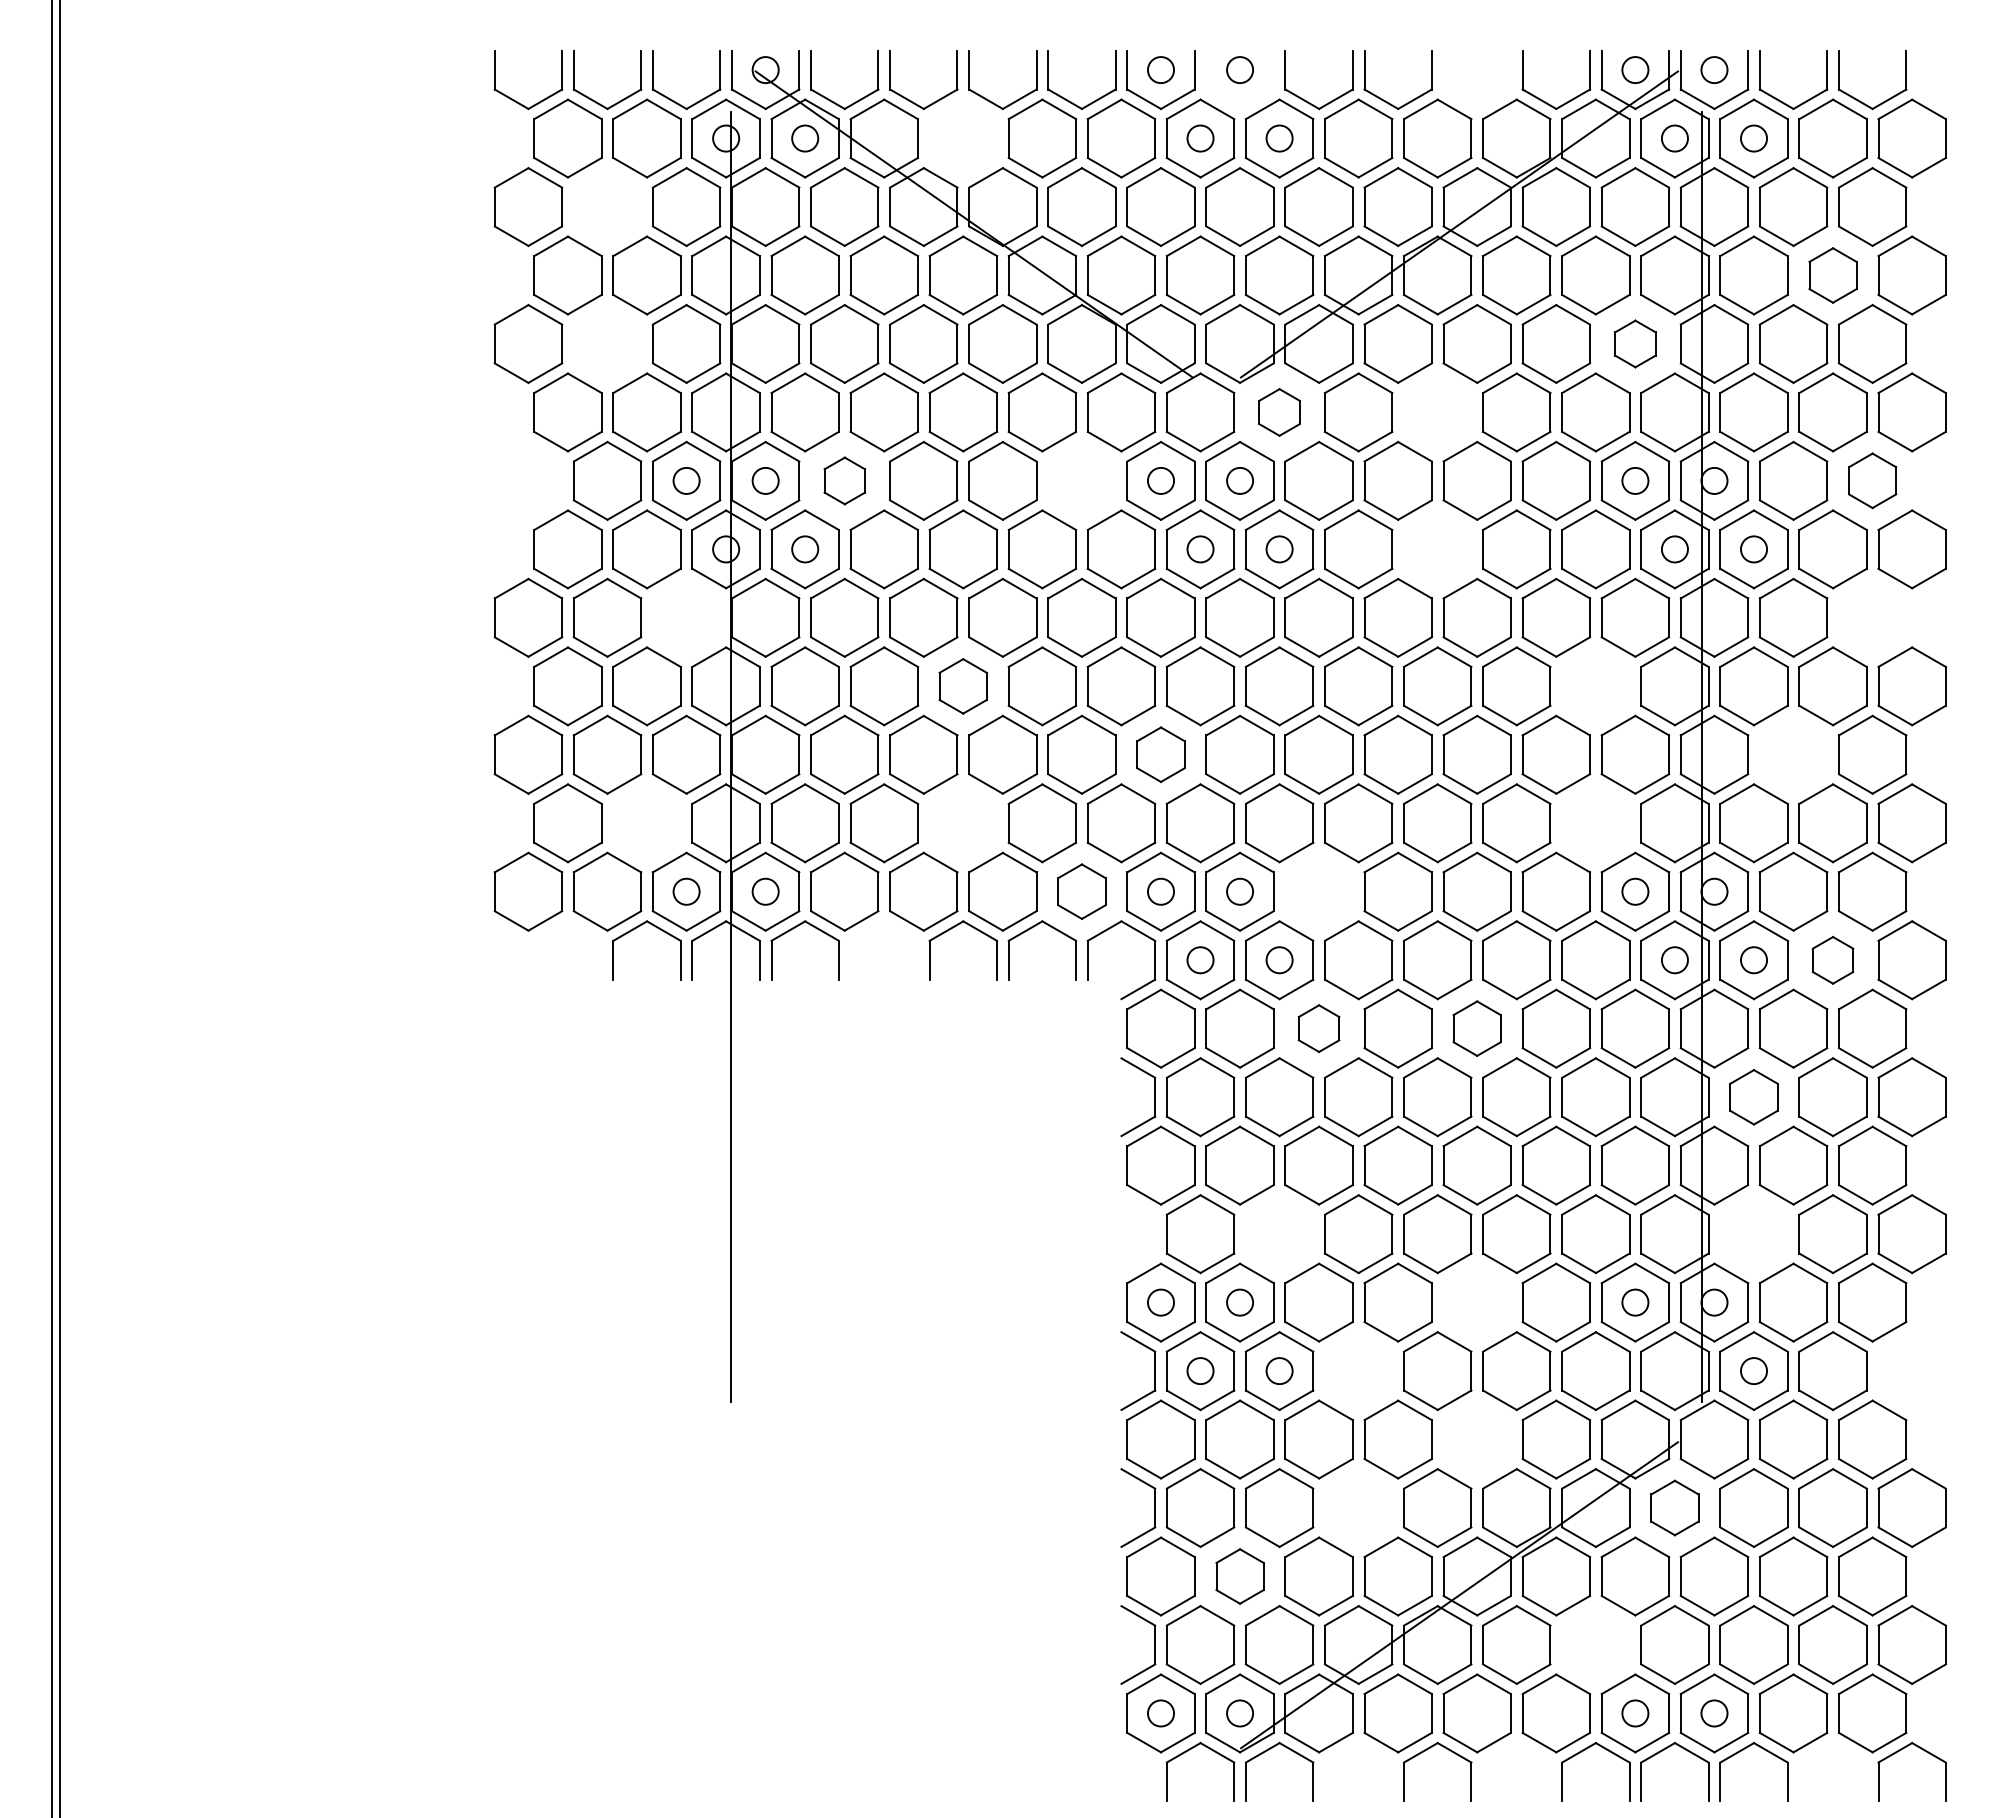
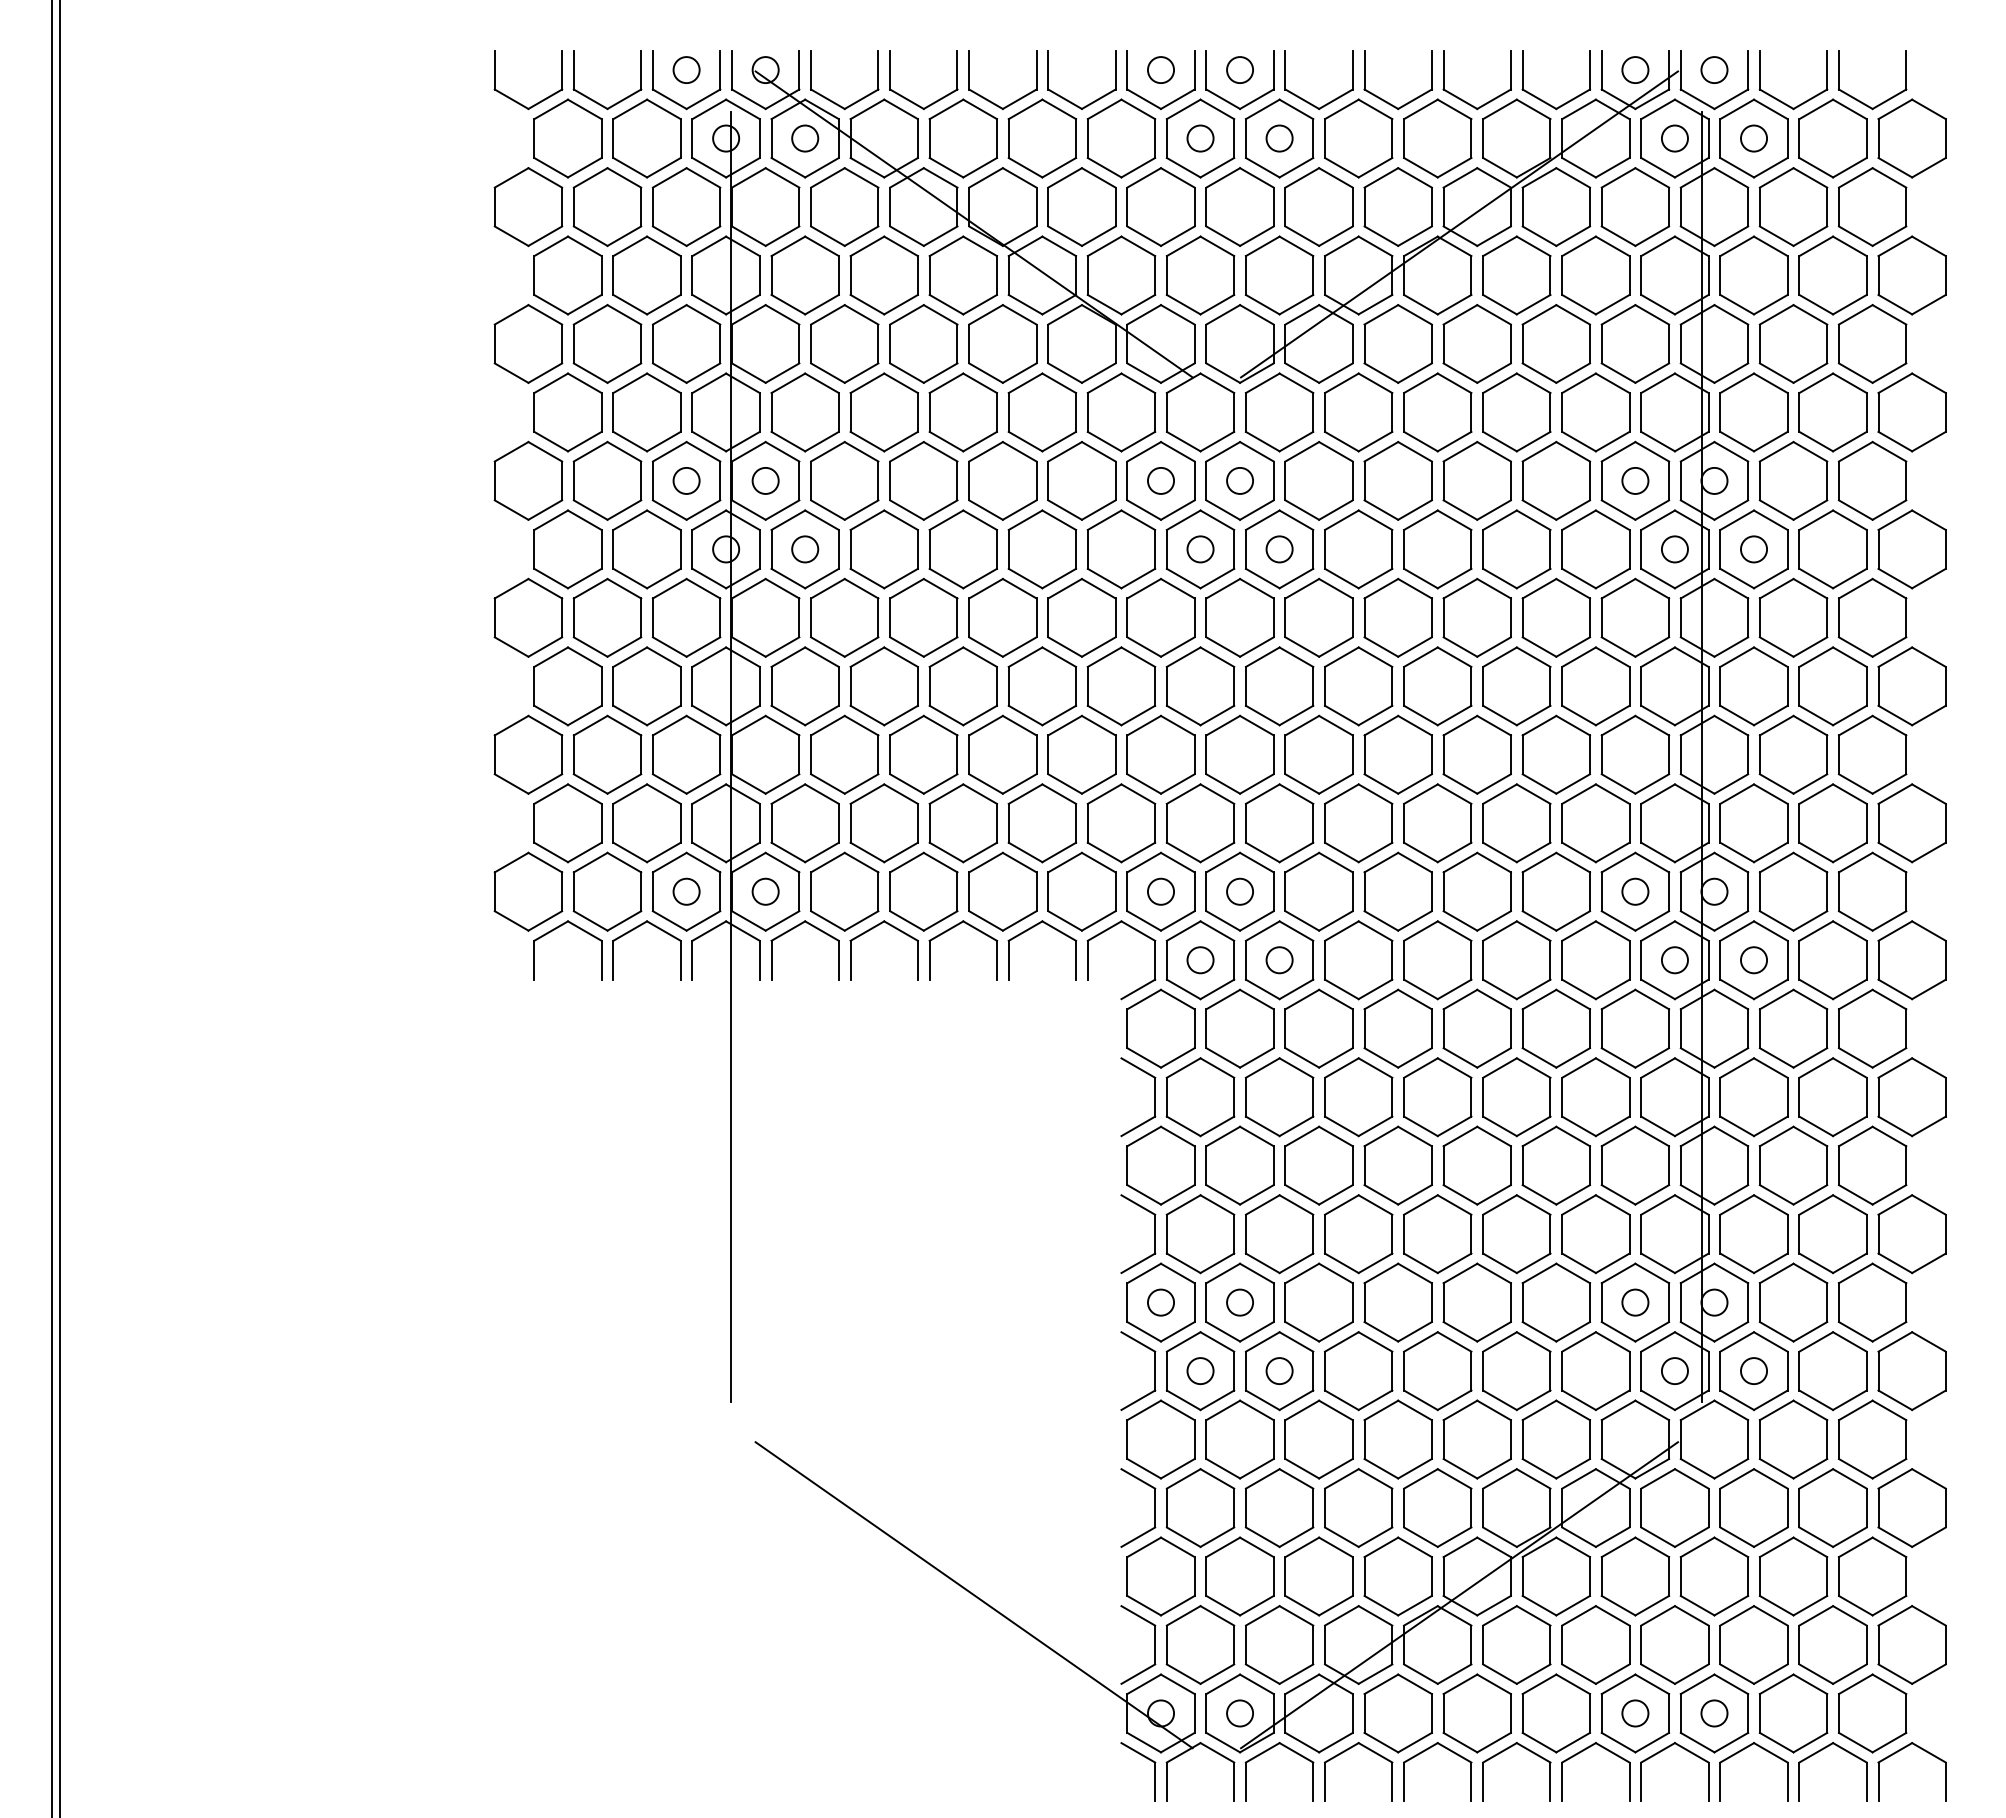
circle at (686, 69): none -> present
part at (1463, 99): none -> present
part at (1229, 101): none -> present
part at (962, 138): none -> present
part at (607, 206): none -> present
part at (1832, 275) size: 50x57 px -> 70x81 px
part at (607, 343): none -> present
part at (1635, 343) size: 43x50 px -> 71x80 px
part at (1279, 412) size: 43x49 px -> 71x81 px
part at (1437, 412): none -> present
part at (528, 480): none -> present
part at (844, 480) size: 44x50 px -> 70x80 px
part at (1081, 480): none -> present
part at (1872, 480) size: 50x58 px -> 71x81 px
part at (1437, 549): none -> present
part at (686, 617): none -> present
part at (1872, 617): none -> present
part at (962, 686) size: 50x57 px -> 70x81 px
part at (1595, 686): none -> present
part at (1160, 754) size: 50x57 px -> 70x81 px
part at (1793, 754): none -> present
part at (646, 823): none -> present
part at (963, 823): none -> present
part at (1595, 823): none -> present
part at (1081, 891) size: 50x57 px -> 70x81 px
part at (1318, 891): none -> present
part at (556, 929): none -> present
part at (872, 929): none -> present
part at (1832, 960) size: 44x49 px -> 70x81 px
part at (1318, 1028) size: 44x49 px -> 70x81 px
part at (1476, 1028) size: 50x57 px -> 70x81 px
part at (1753, 1097) size: 50x57 px -> 70x81 px
part at (1154, 1234): none -> present
part at (1279, 1234): none -> present
part at (1753, 1234): none -> present
part at (1476, 1302): none -> present
circle at (1674, 1370): none -> present
part at (1358, 1371): none -> present
part at (1911, 1371): none -> present
part at (1476, 1439): none -> present
part at (1358, 1507): none -> present
part at (1674, 1507) size: 50x58 px -> 70x80 px
part at (1239, 1576) size: 50x57 px -> 70x81 px
line at (973, 1595): none -> present
part at (1595, 1644): none -> present
part at (1506, 1750): none -> present
part at (1822, 1750): none -> present
part at (1346, 1751): none -> present
part at (1147, 1759): none -> present
